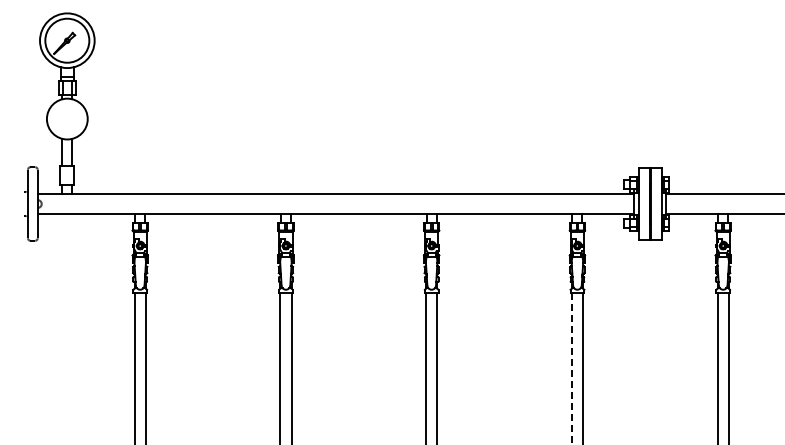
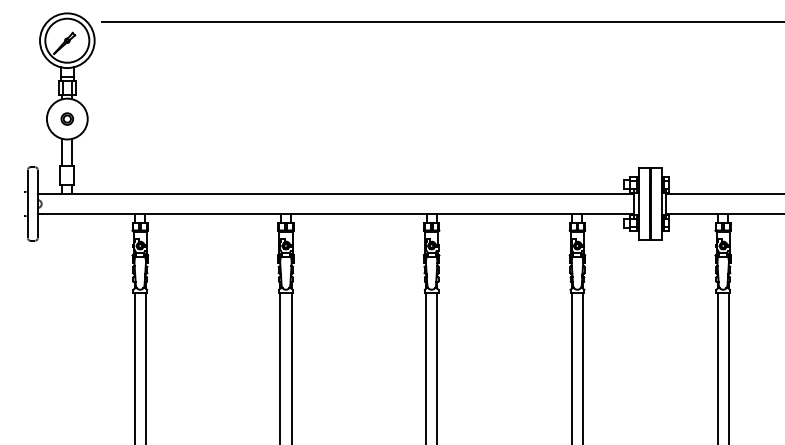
line at (441, 21): none -> present
part at (66, 118): none -> present
line at (571, 369): dashed -> solid
